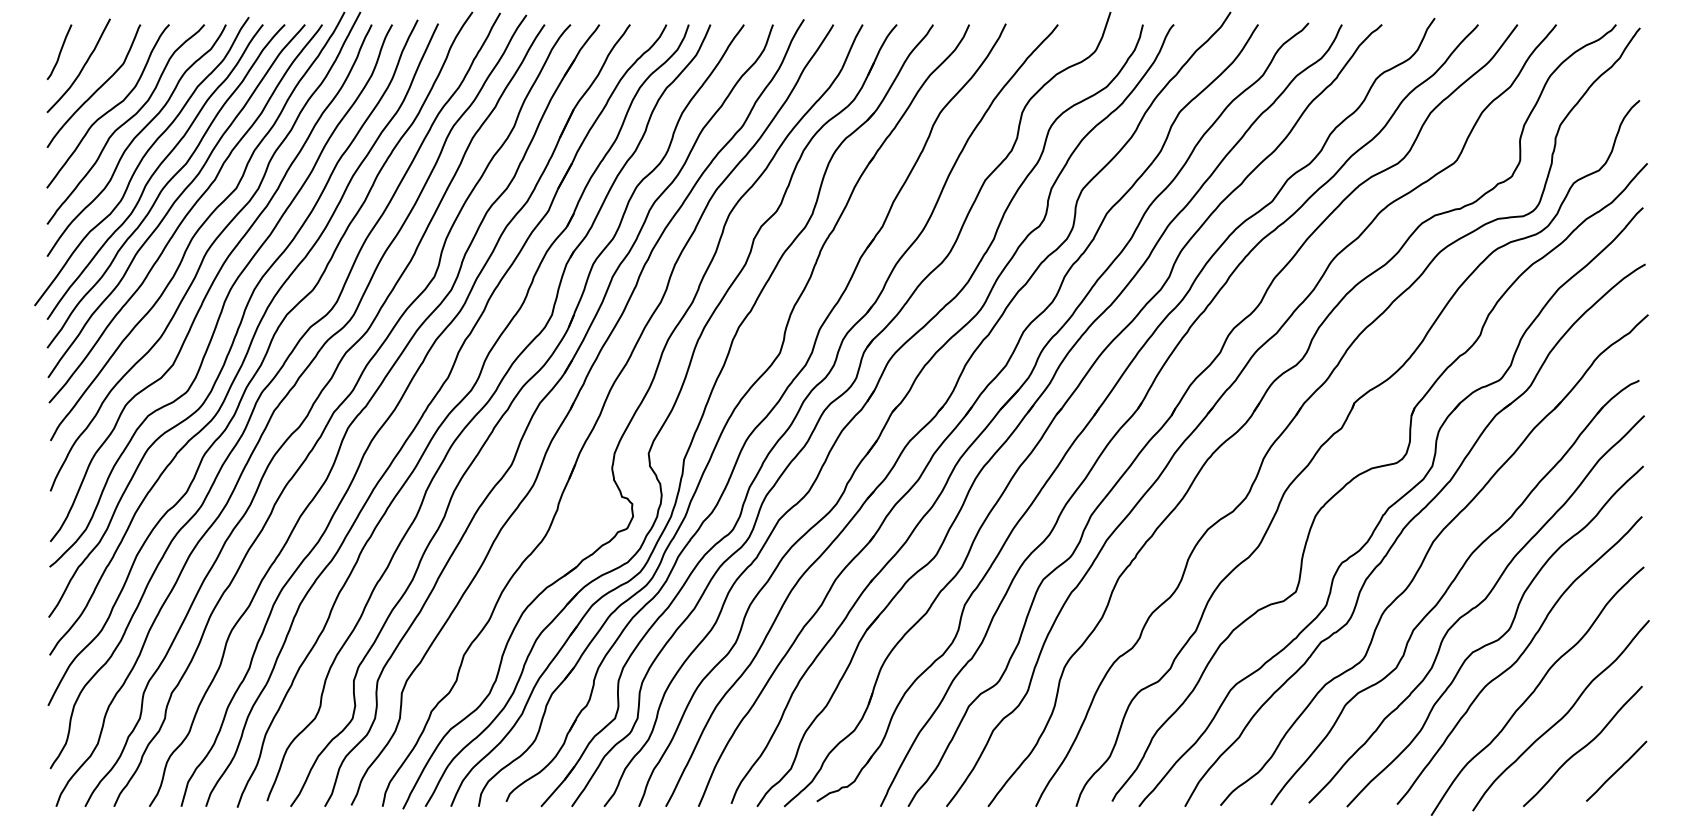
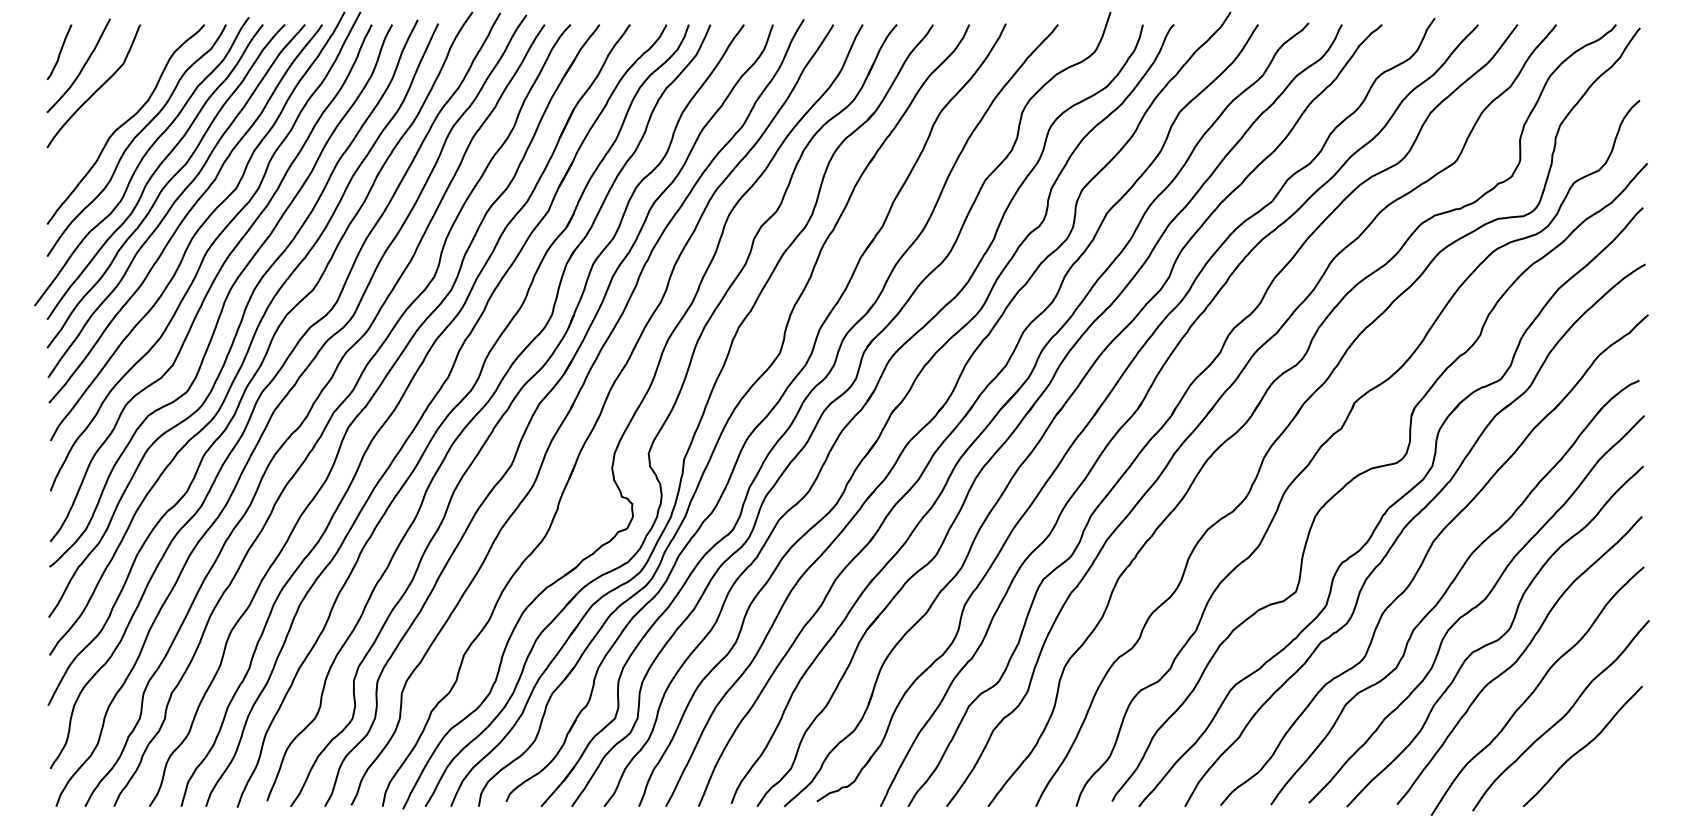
curve at (109, 109): present -> none
line at (1616, 770): present -> none
